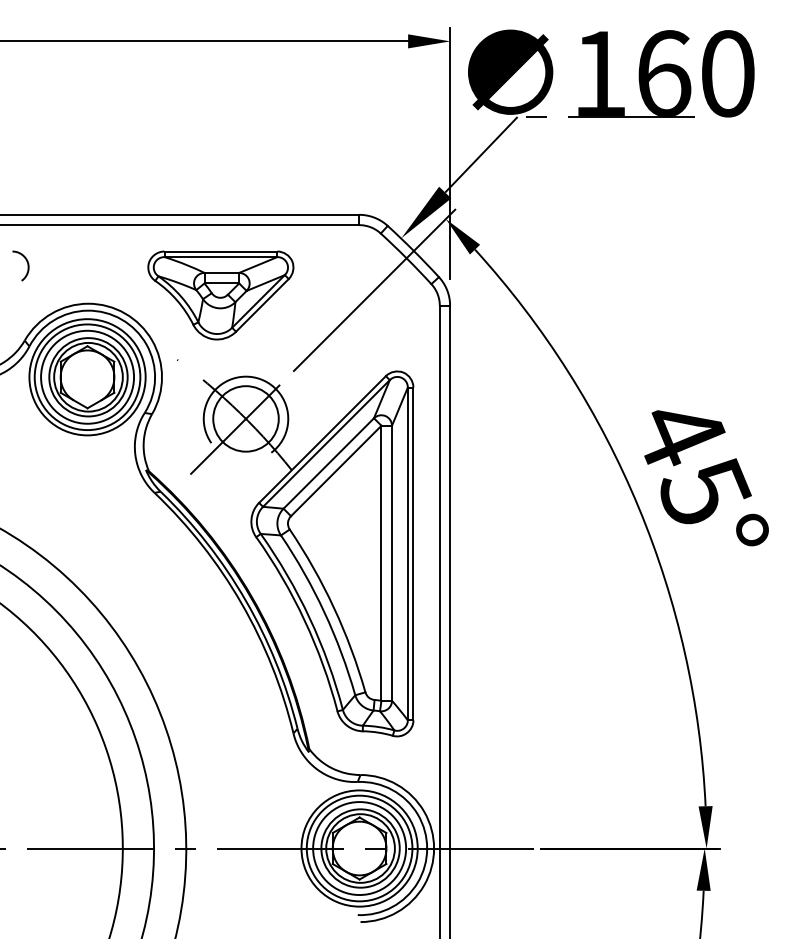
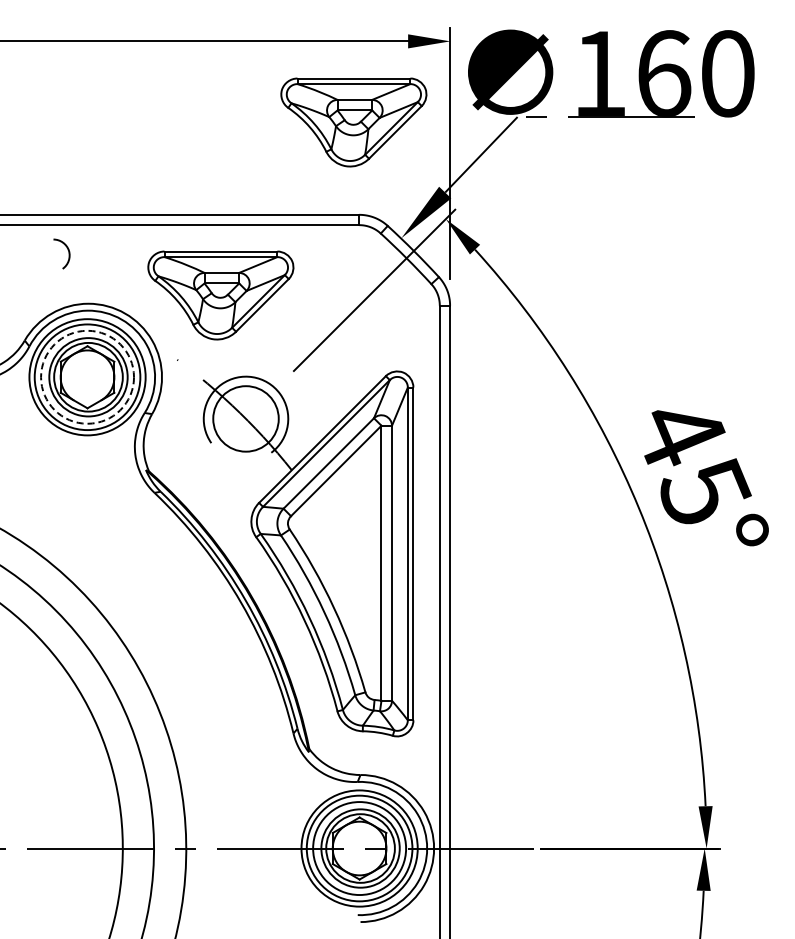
part at (353, 122): none -> present
curve at (26, 262) position: (26, 262) -> (67, 250)
circle at (87, 376): solid -> dashed
line at (239, 424): present -> none
